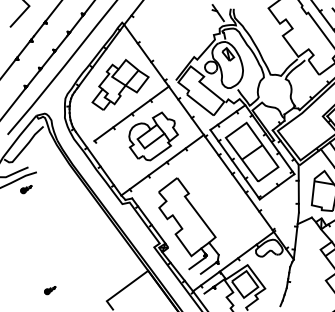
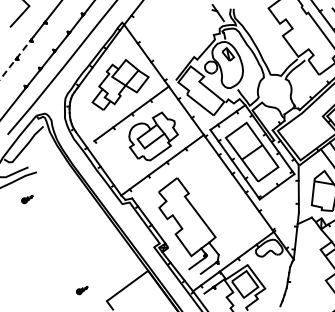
line at (16, 58): solid -> dashed
part at (26, 189) position: (26, 189) -> (27, 199)
part at (50, 290) position: (50, 290) -> (82, 290)
